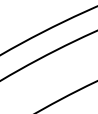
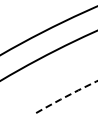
arc at (66, 96): solid -> dashed
